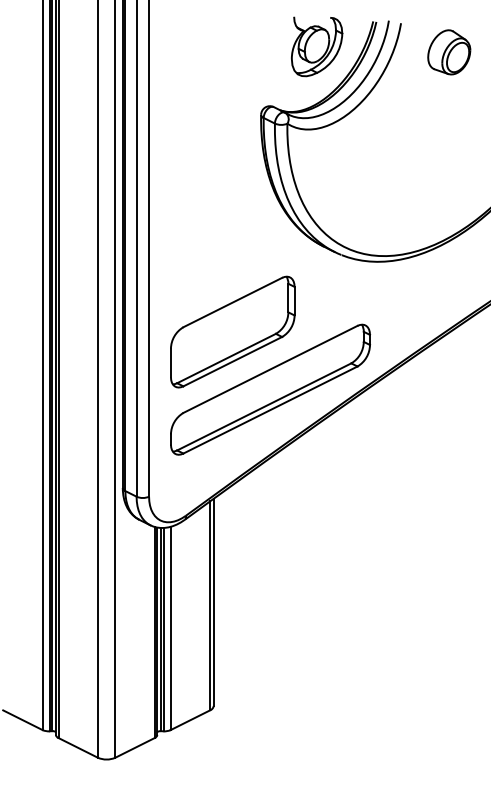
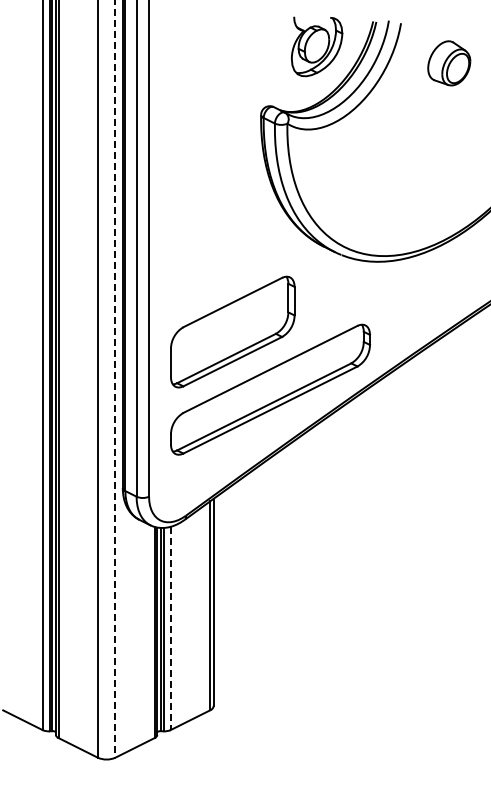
part at (449, 52) position: (449, 52) -> (449, 63)
line at (115, 379): solid -> dashed
line at (170, 628): solid -> dashed
